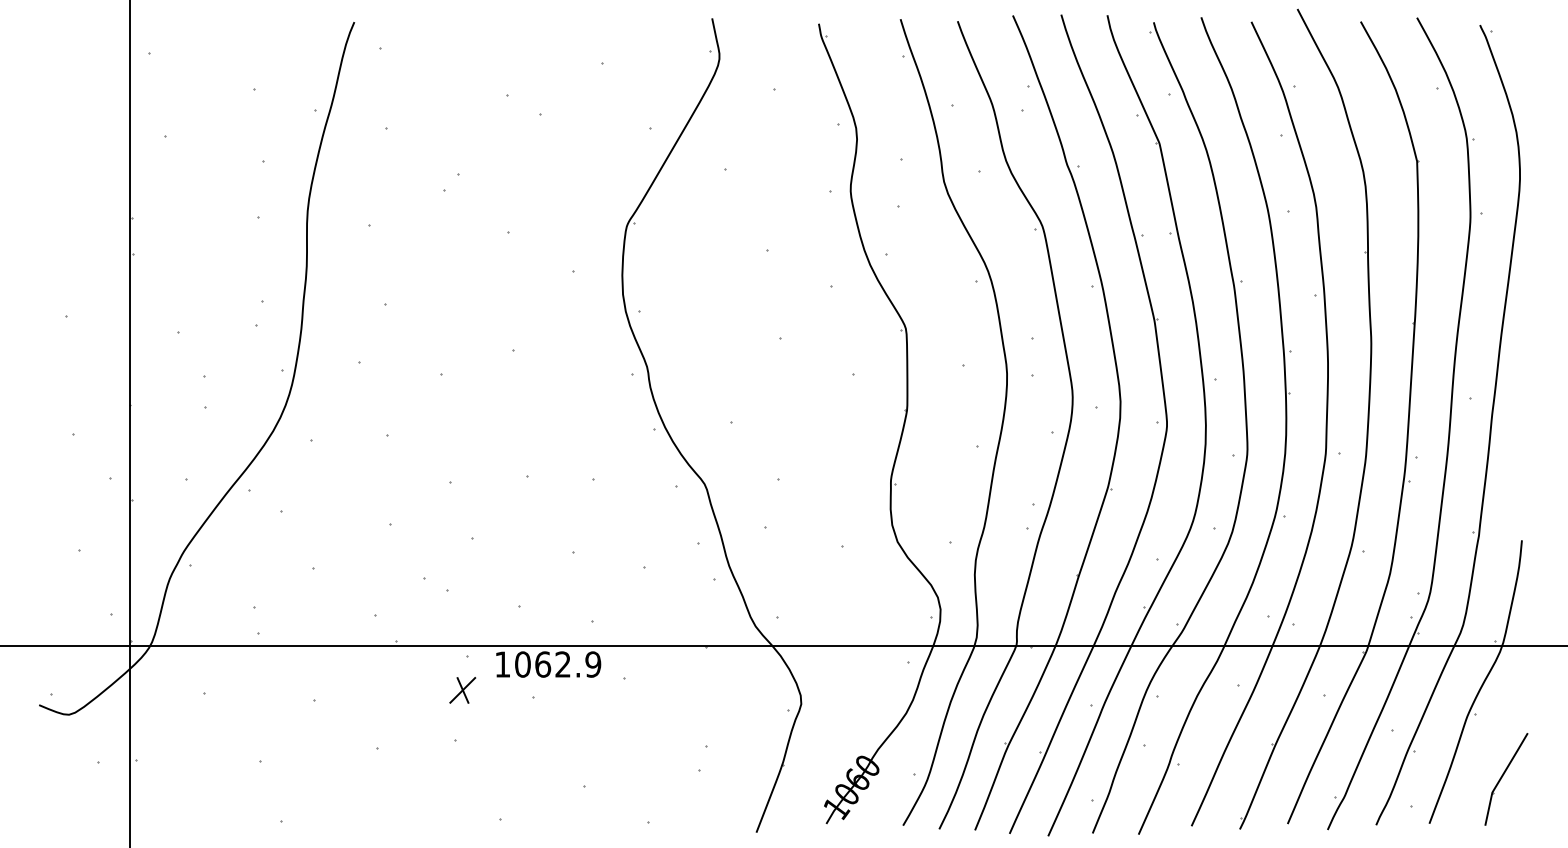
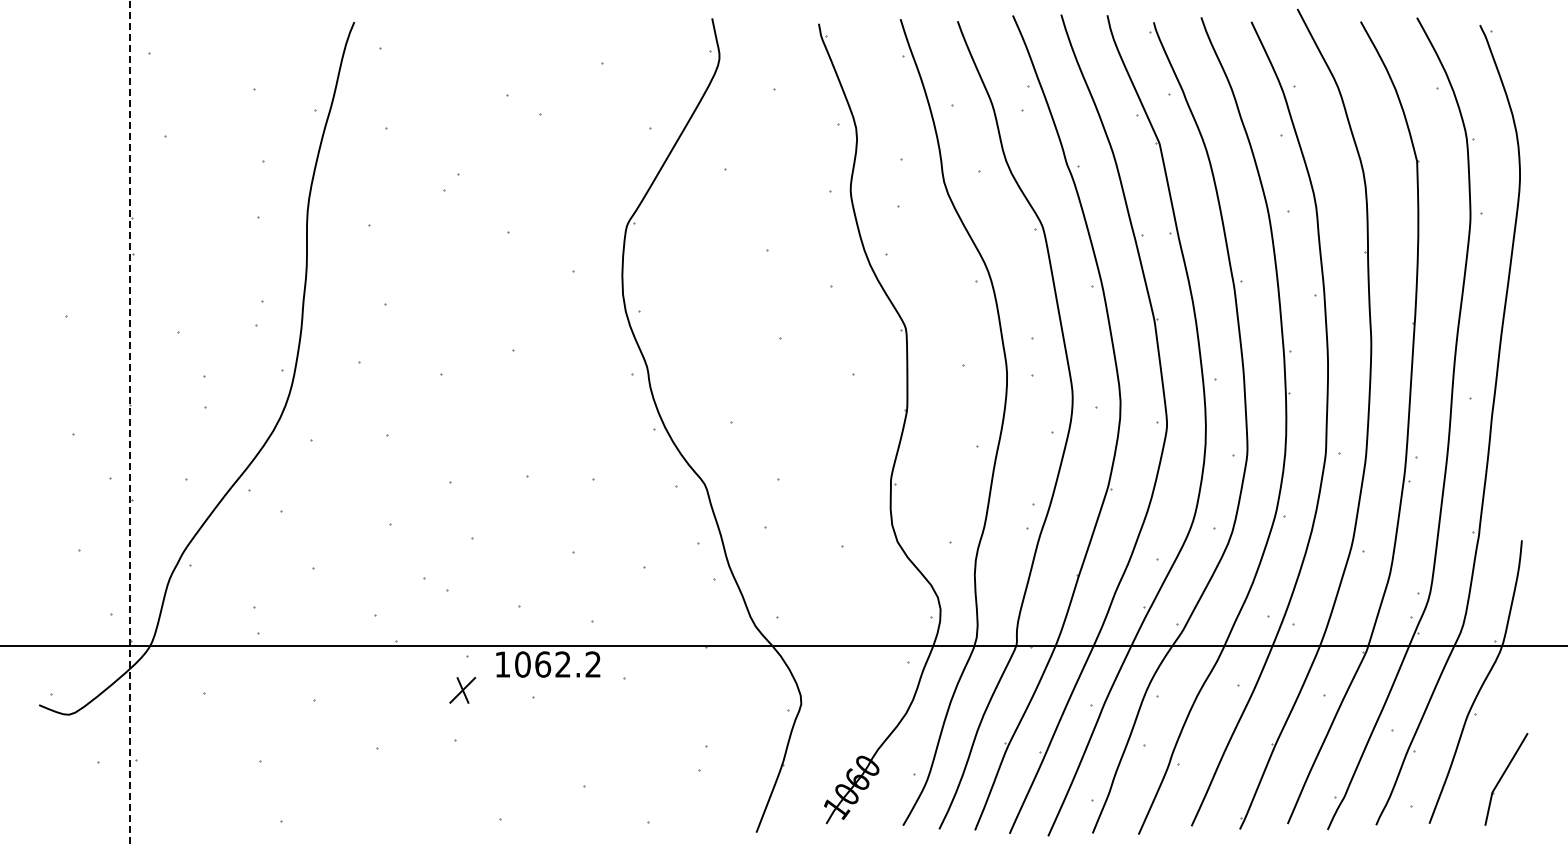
line at (129, 423): solid -> dashed
text at (593, 664): 1062.9 -> 1062.2
